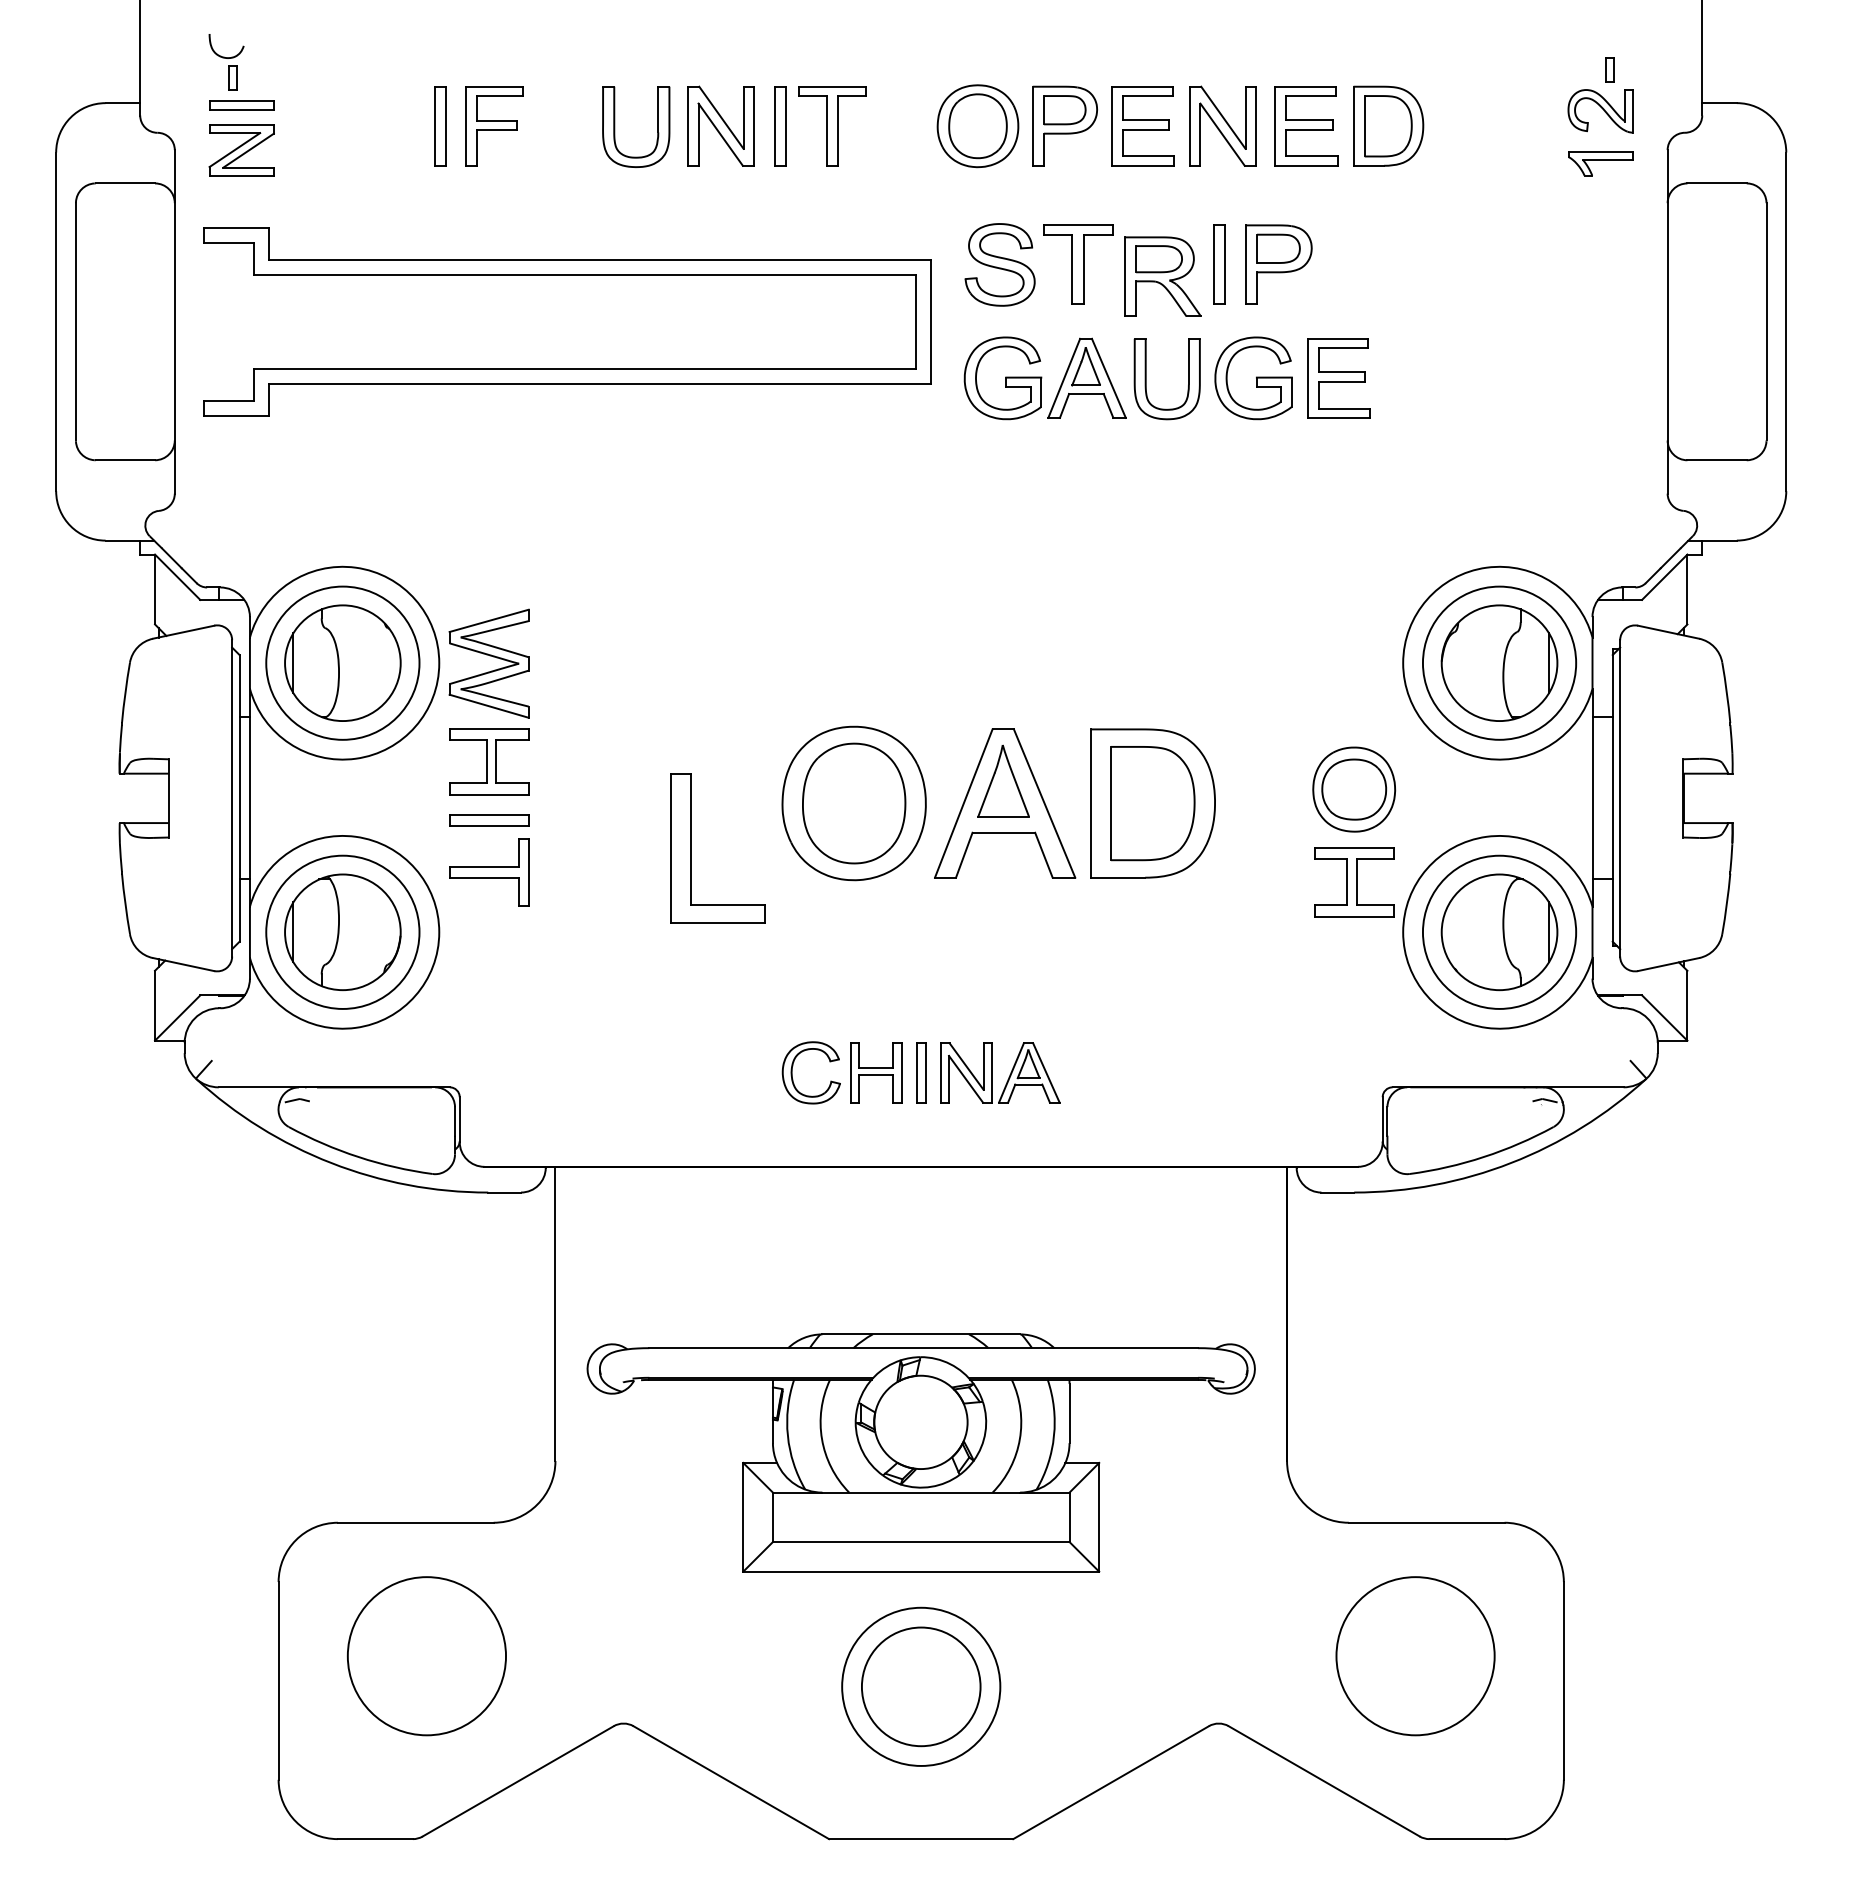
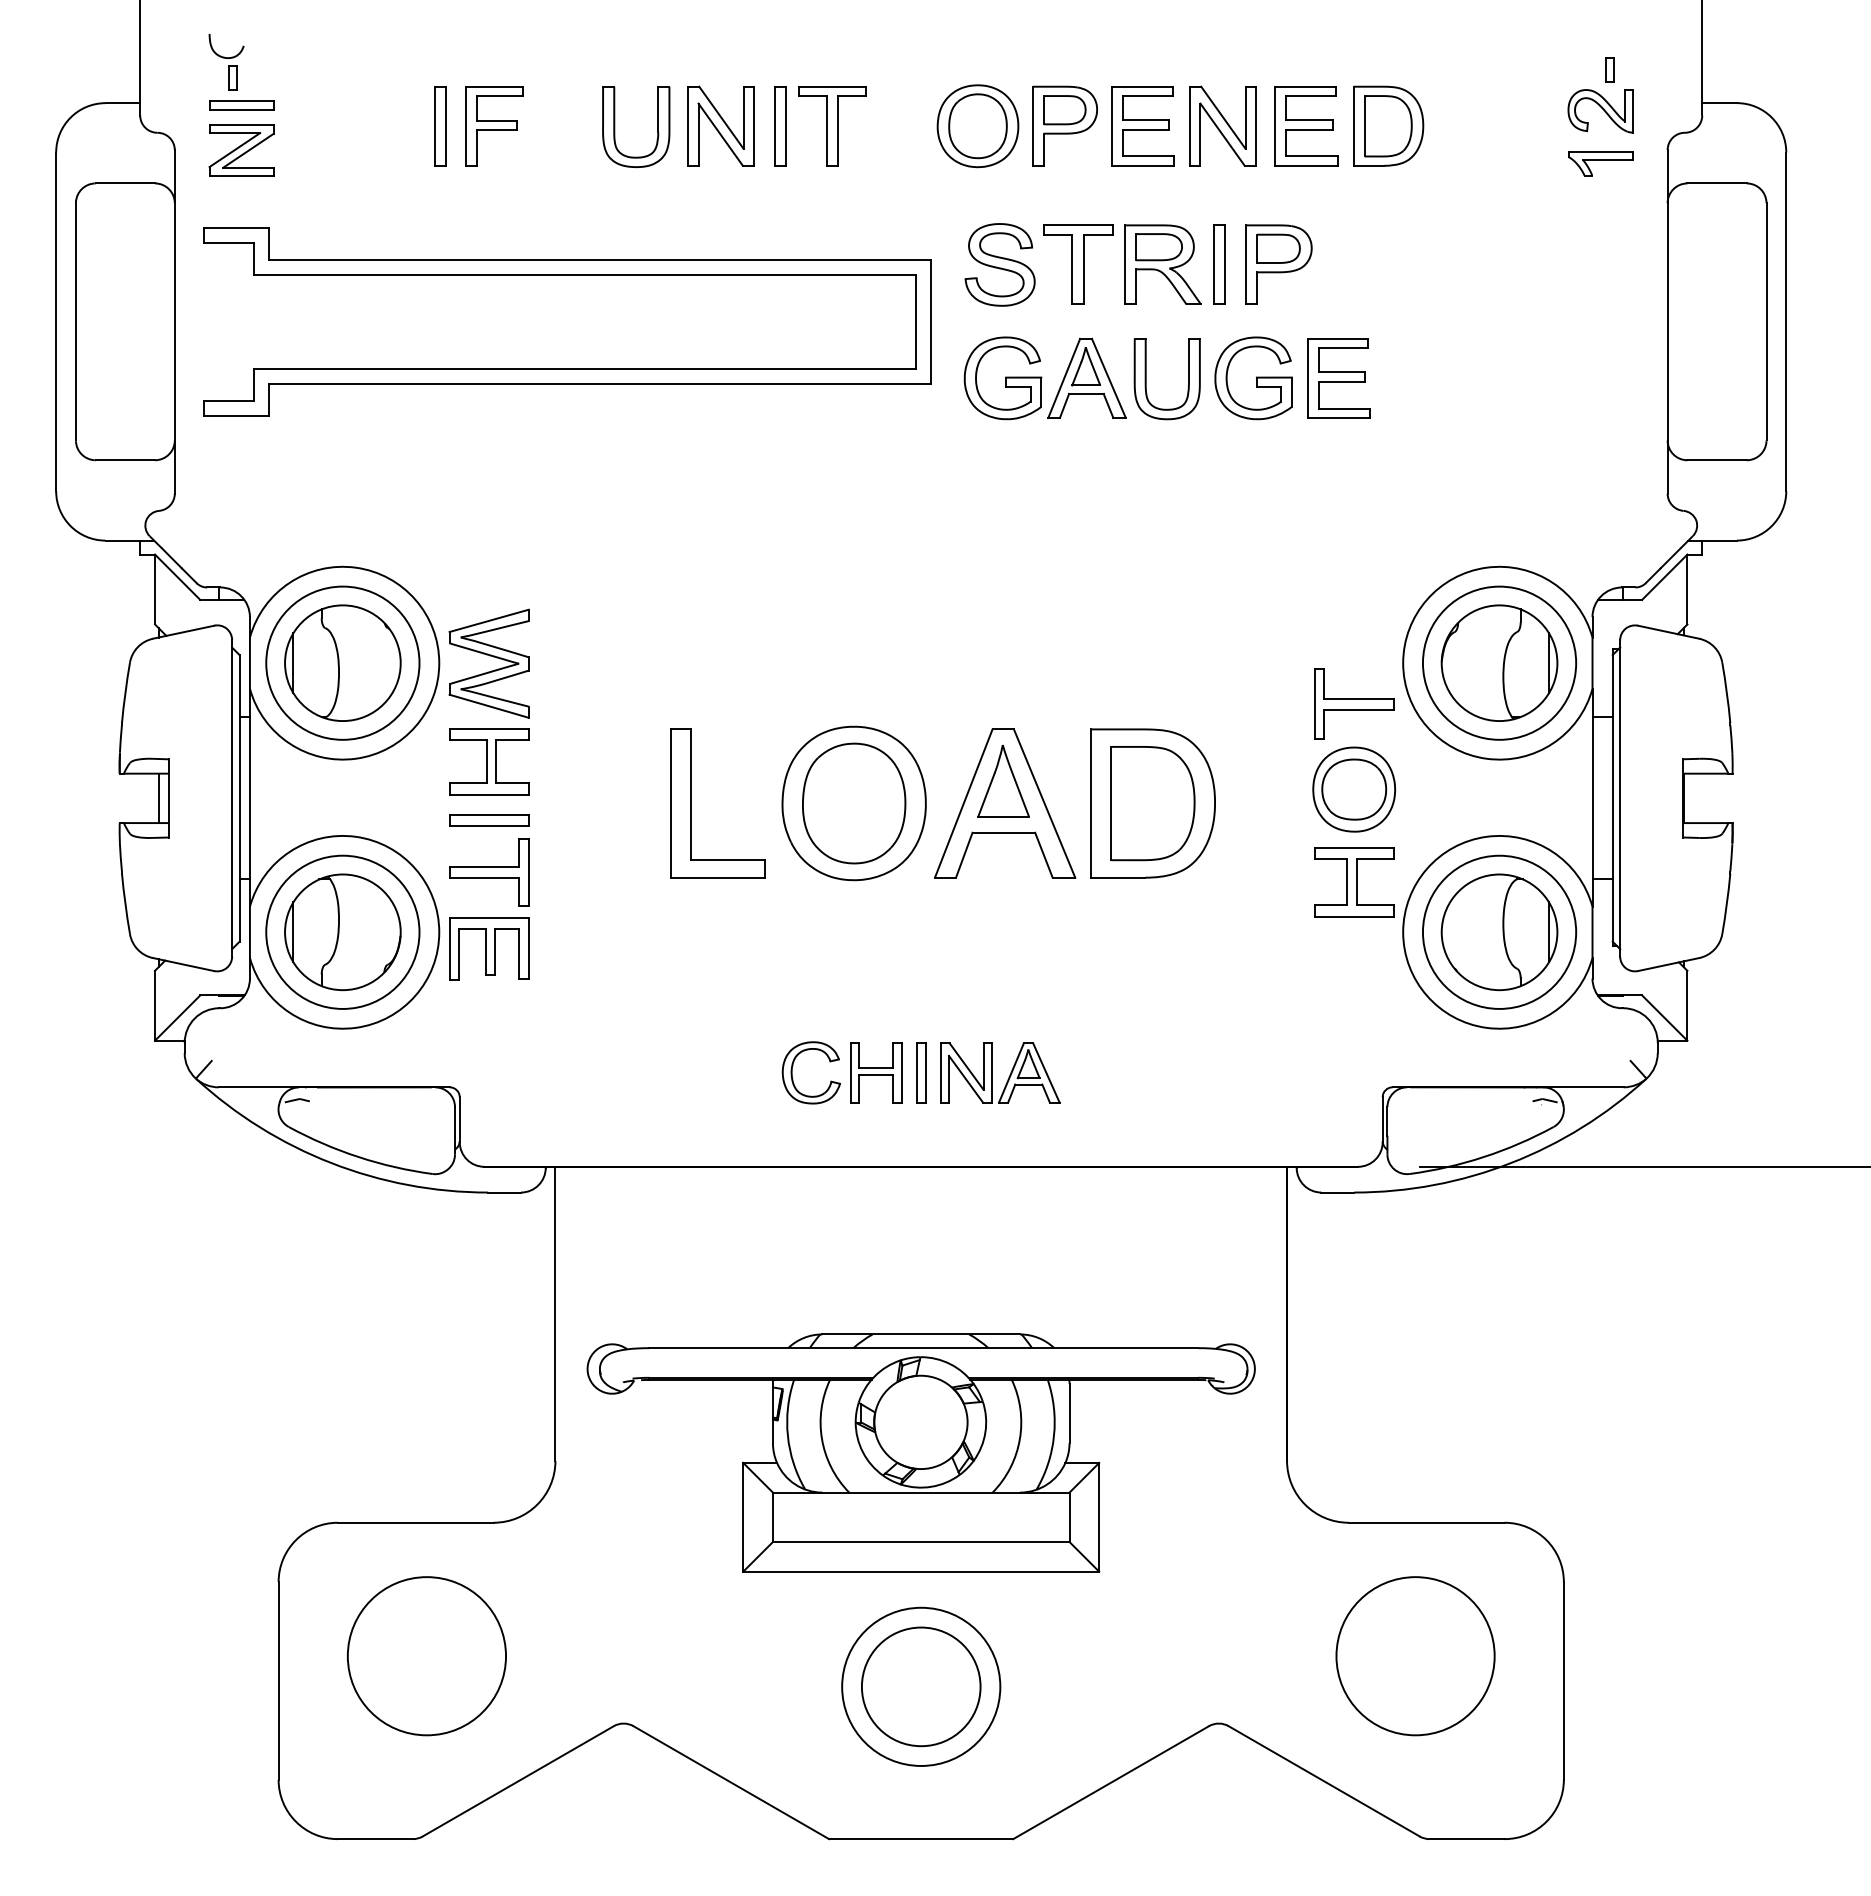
part at (1162, 276) position: (1162, 276) -> (1162, 264)
part at (1354, 703): none -> present
line at (158, 798): none -> present
part at (691, 848) position: (691, 848) -> (691, 803)
part at (489, 948): none -> present
line at (1643, 1166): none -> present
